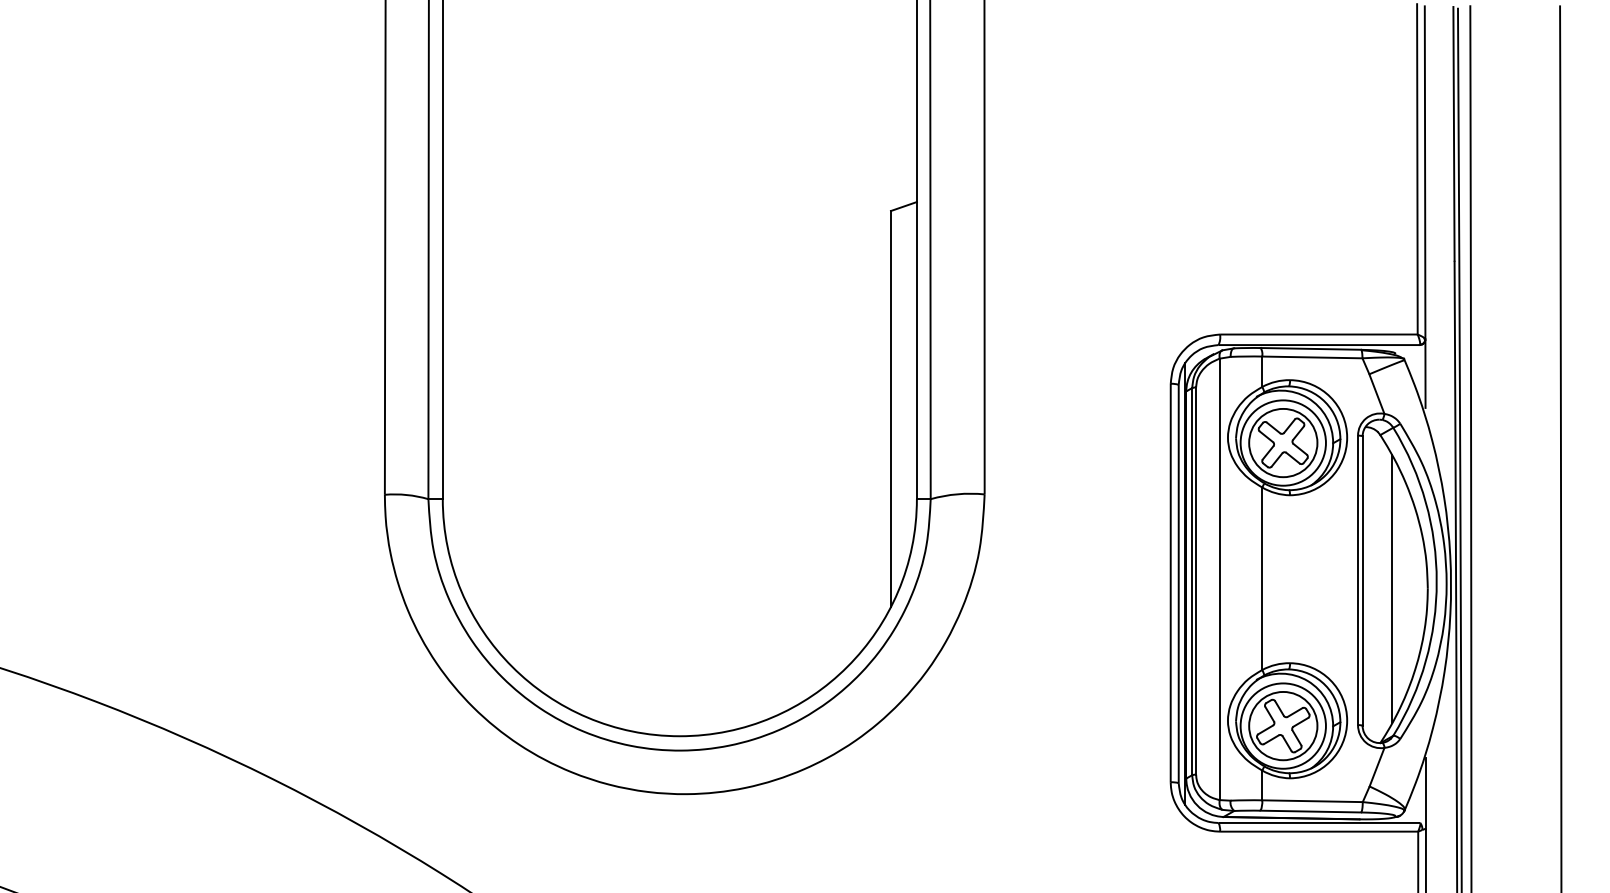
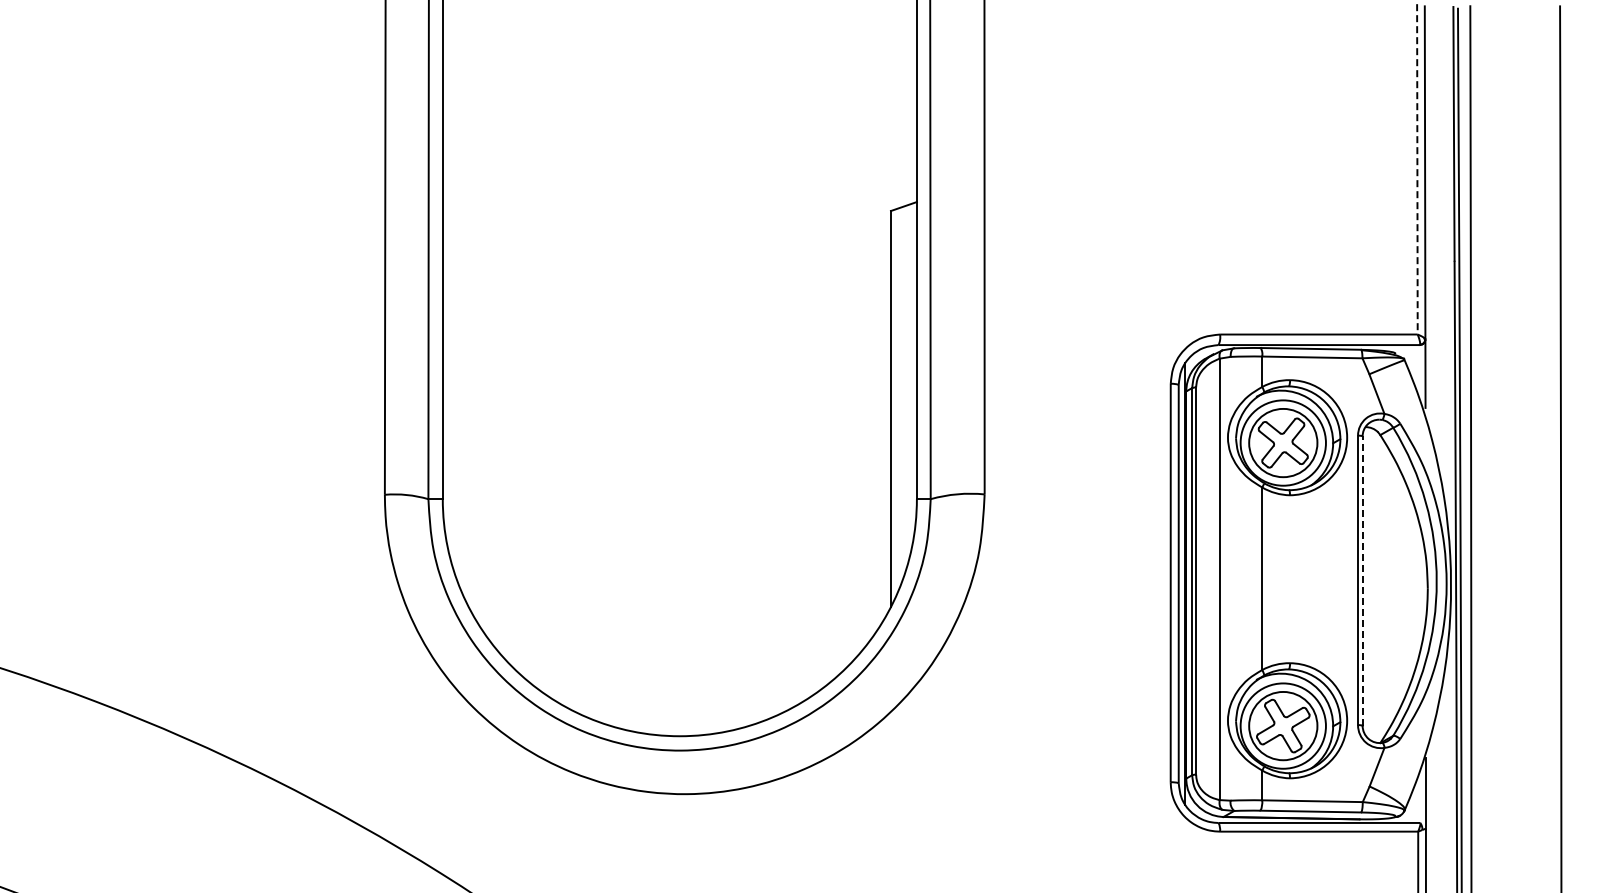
line at (1417, 169): solid -> dashed
line at (1362, 581): solid -> dashed
line at (1392, 589): present -> none
